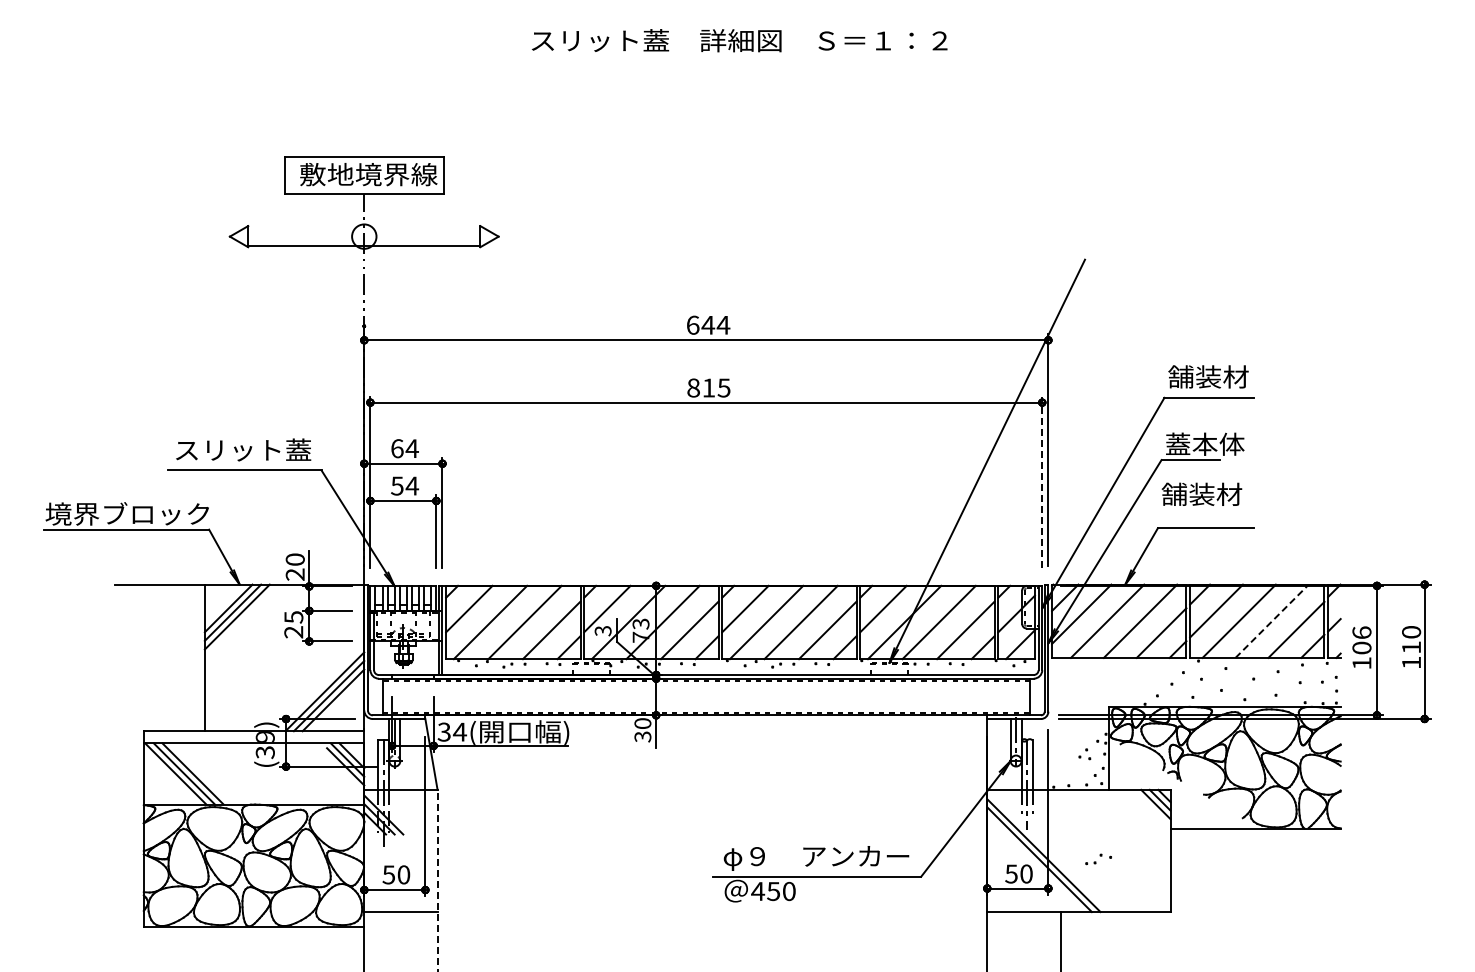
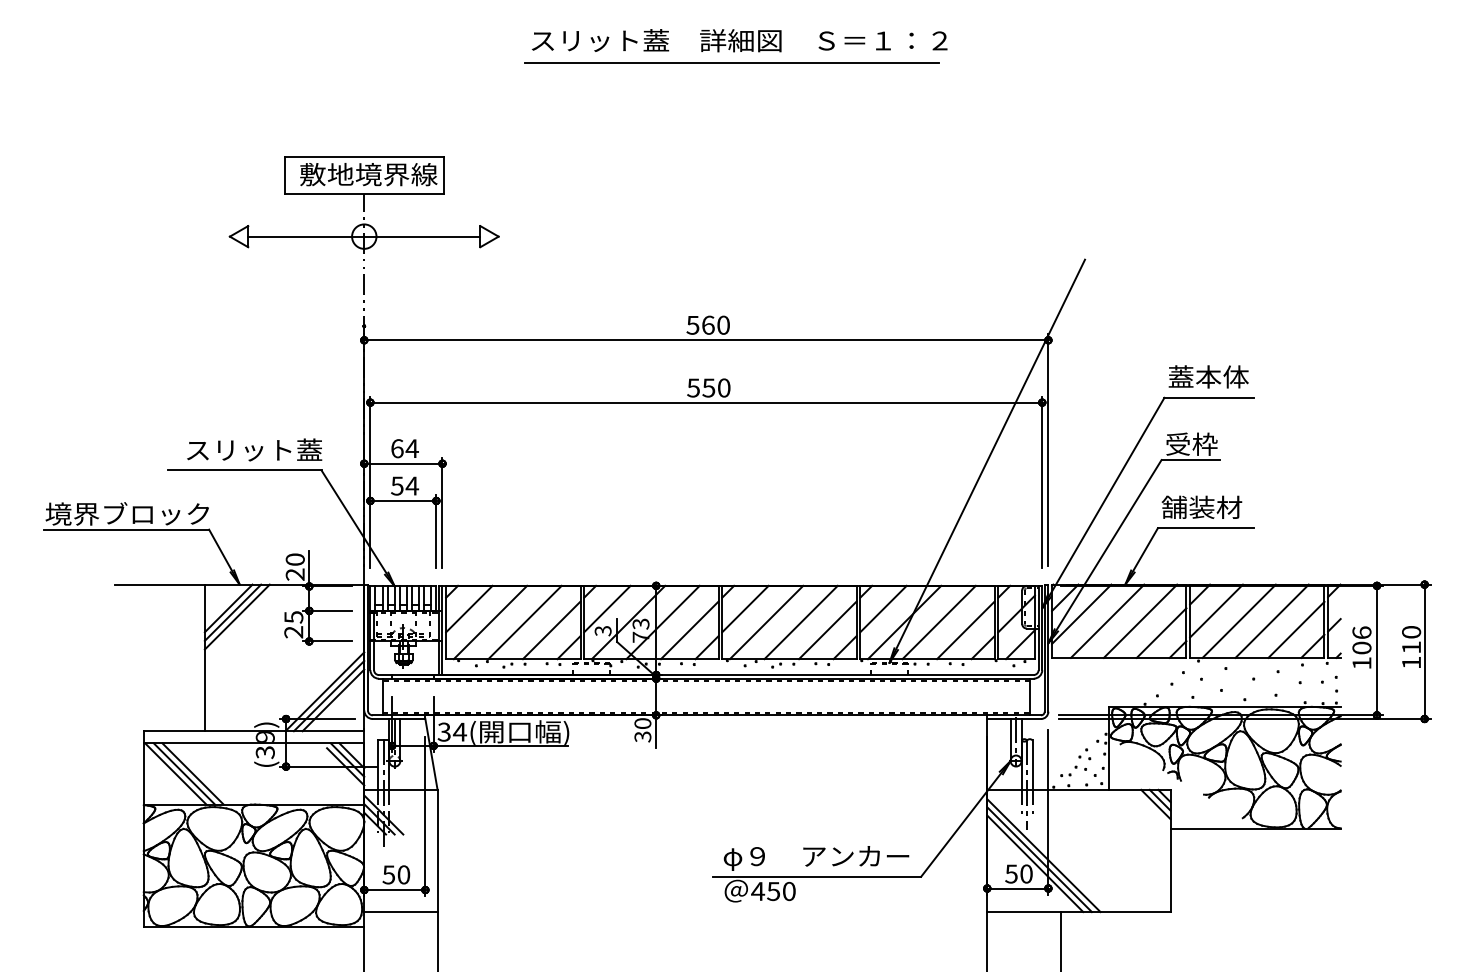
line at (731, 62): none -> present
line at (364, 245) position: (364, 245) -> (364, 236)
text at (708, 324): 644 -> 560
text at (1208, 376): 舗装材 -> 蓋本体
text at (708, 387): 815 -> 550
text at (1205, 443): 蓋本体 -> 受枠
text at (243, 449) position: (243, 449) -> (254, 449)
line at (1042, 482): dashed -> solid
text at (1201, 493) position: (1201, 493) -> (1201, 506)
line at (1272, 621): dashed -> solid
part at (1098, 859) position: (1098, 859) -> (1073, 771)
line at (1035, 863): none -> present
line at (437, 880): dashed -> solid
